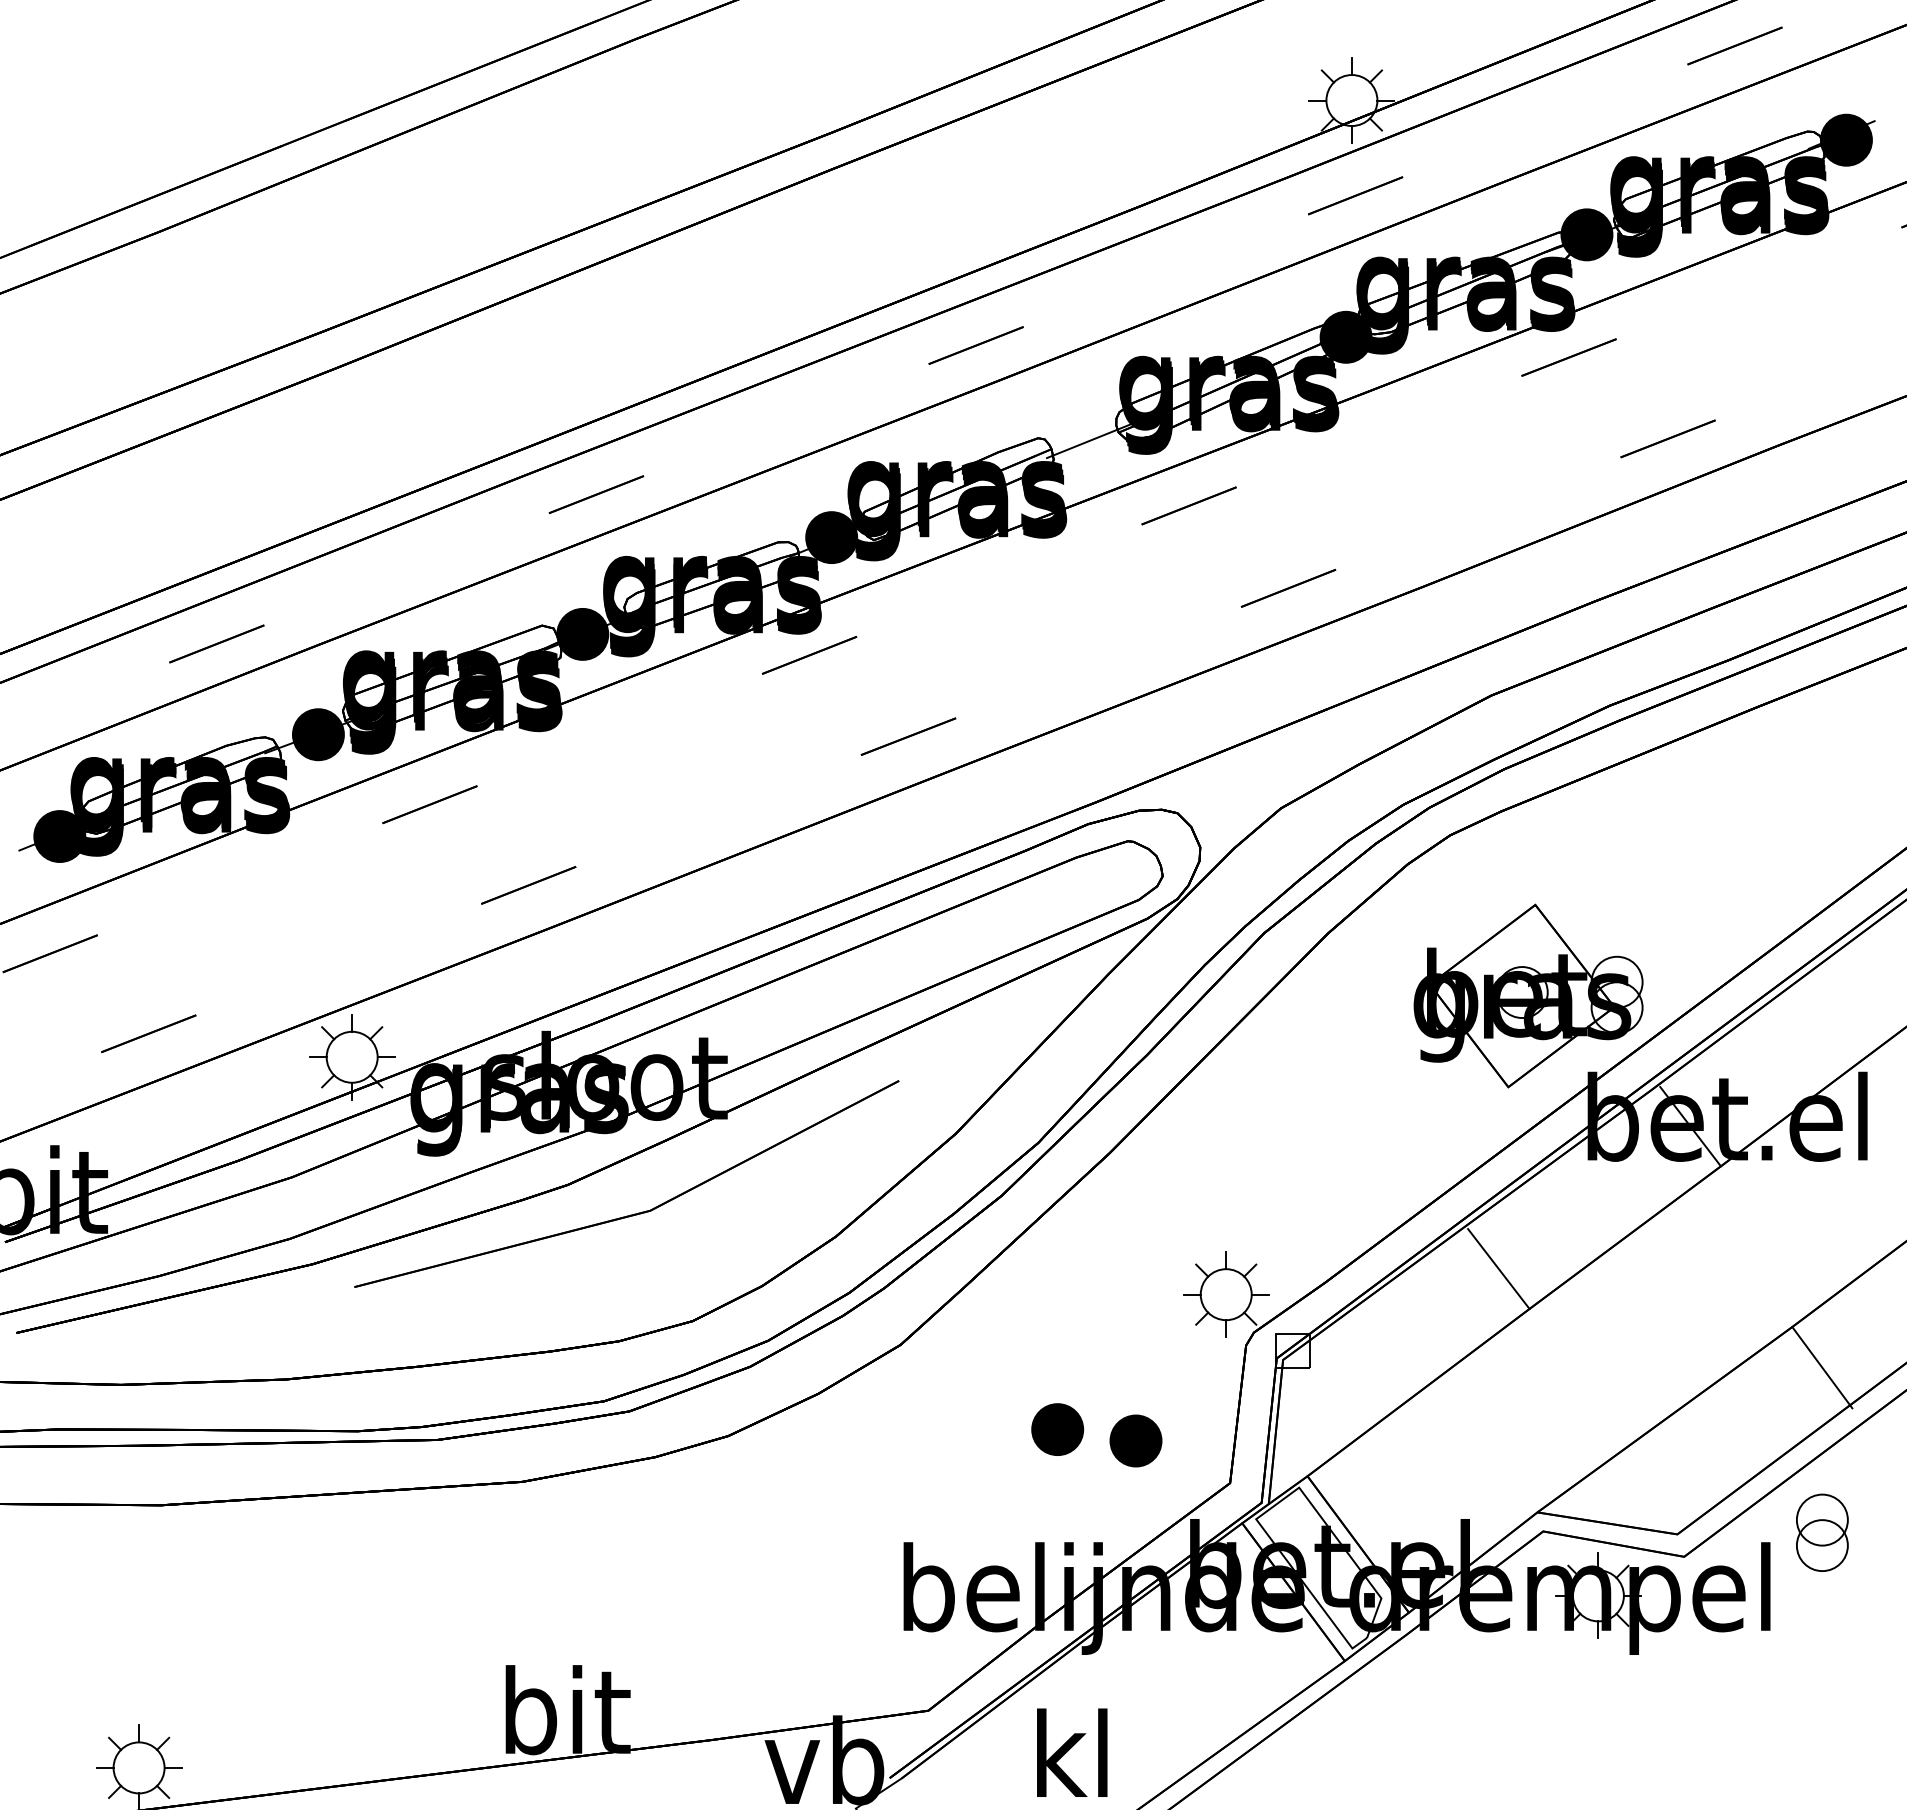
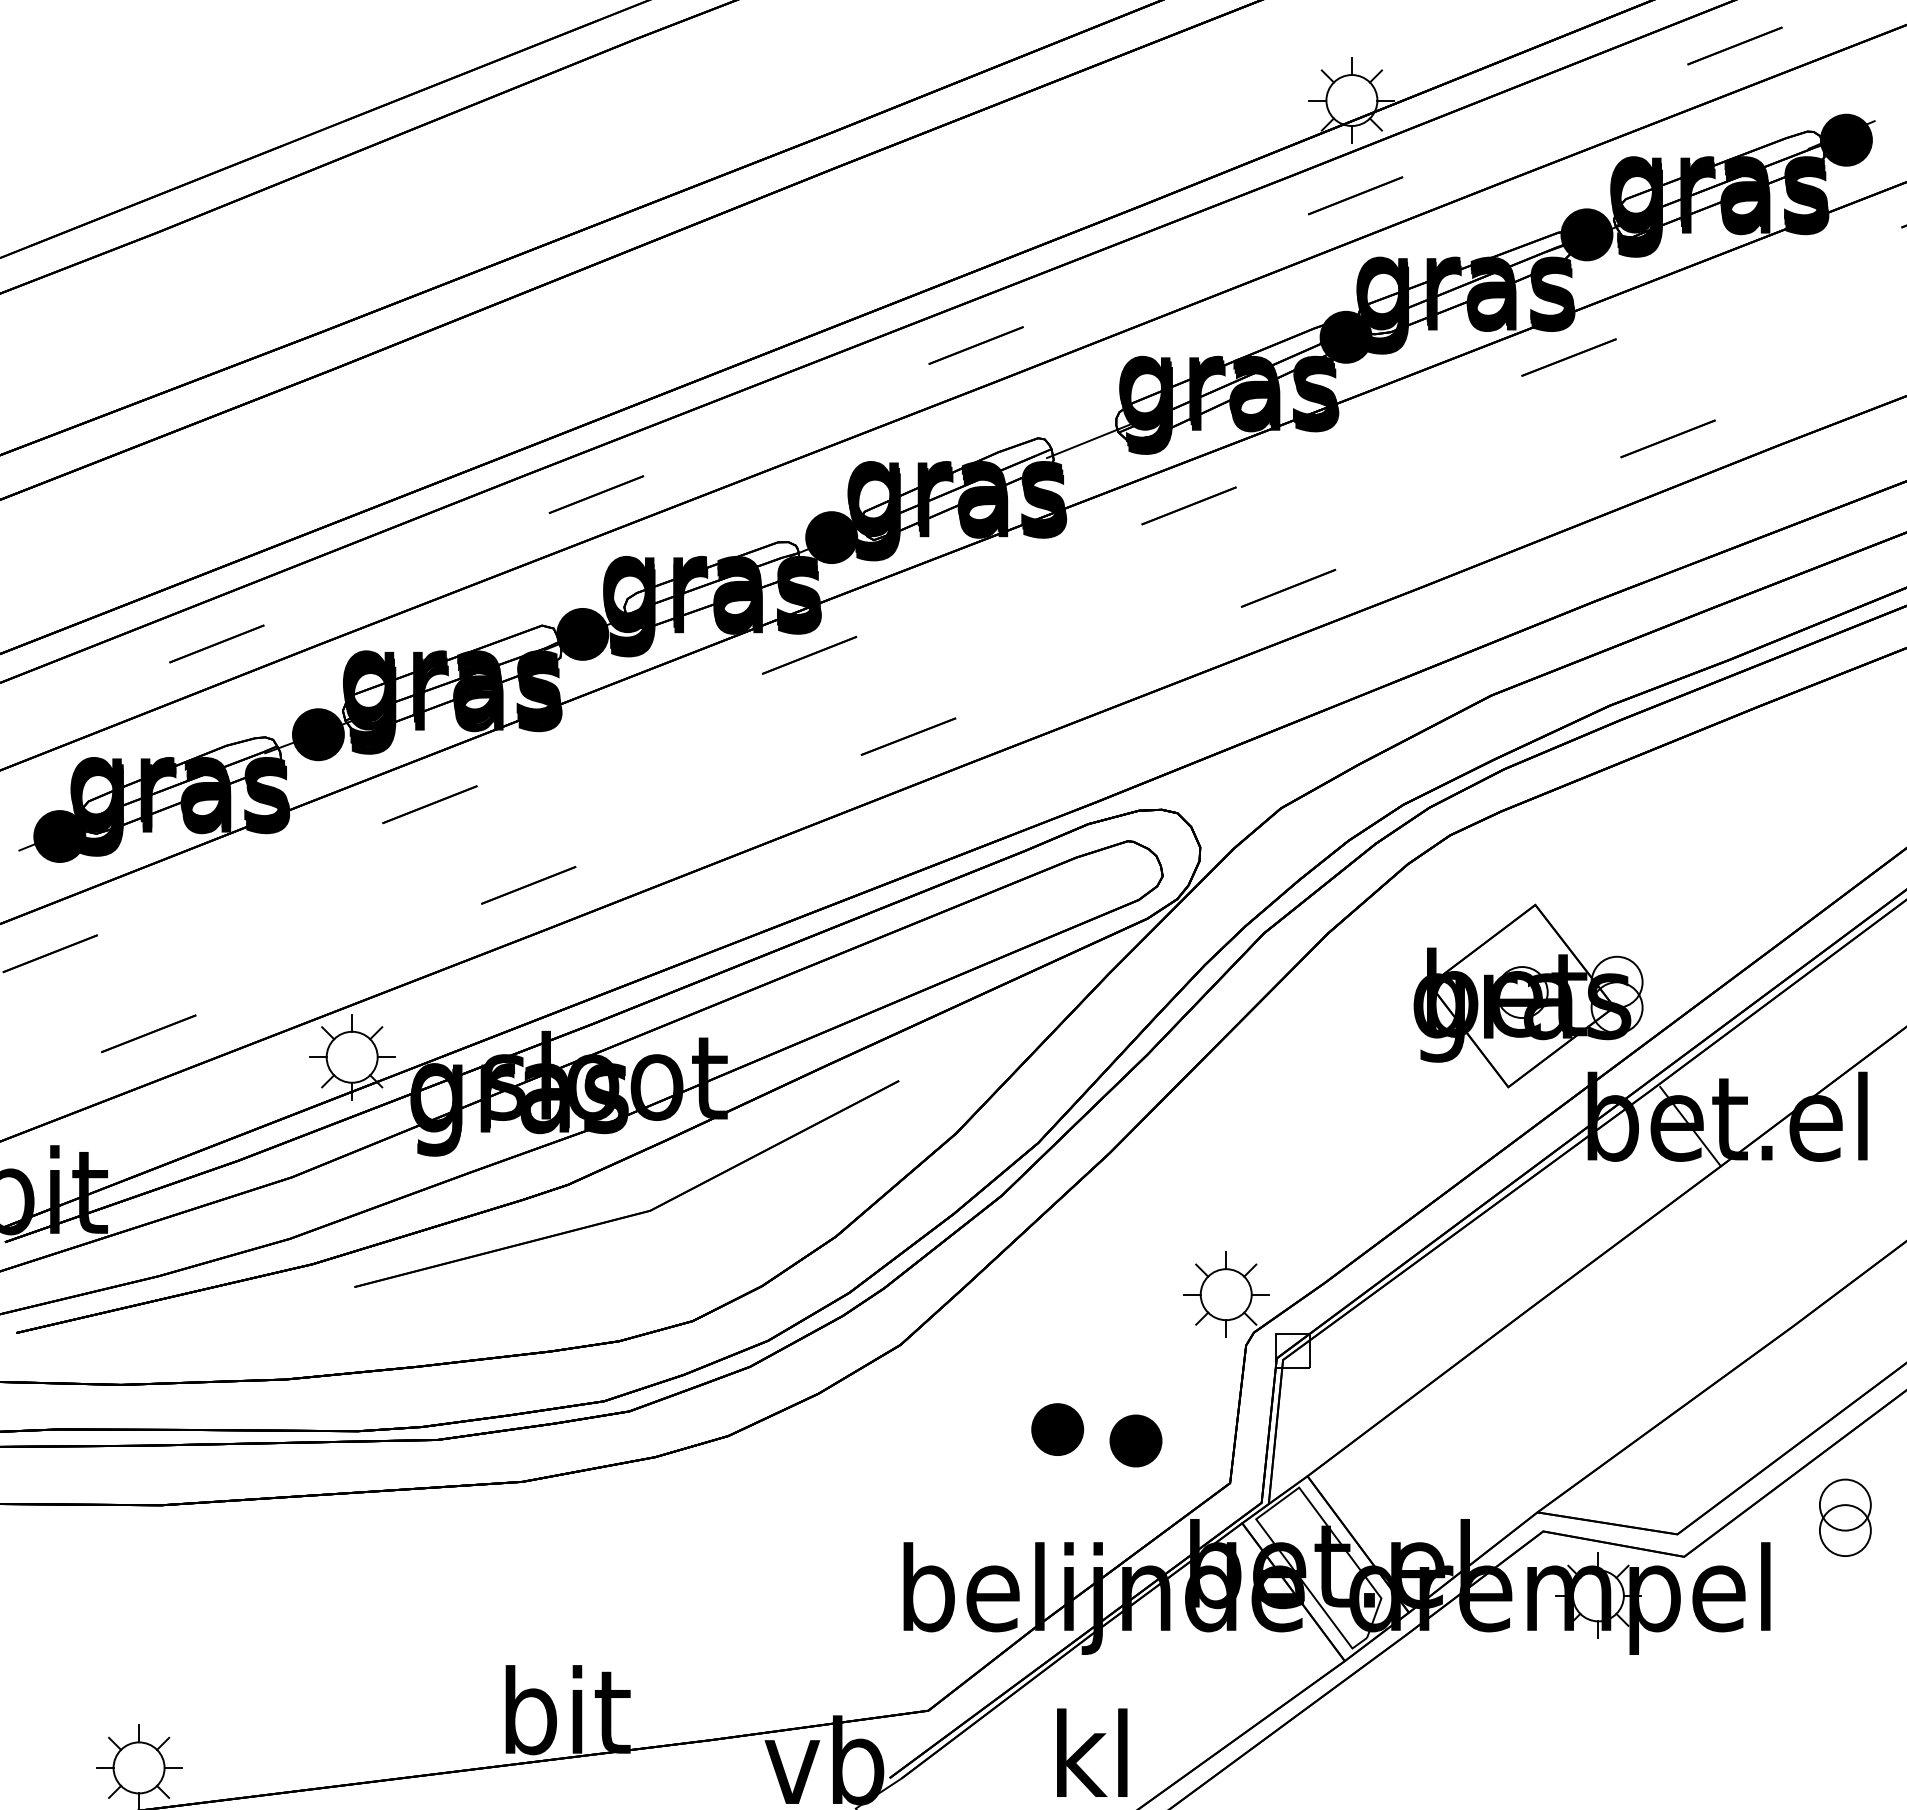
line at (1498, 1268): present -> none
line at (1822, 1367): present -> none
part at (1822, 1532) position: (1822, 1532) -> (1845, 1517)
text at (1072, 1752) position: (1072, 1752) -> (1092, 1752)
